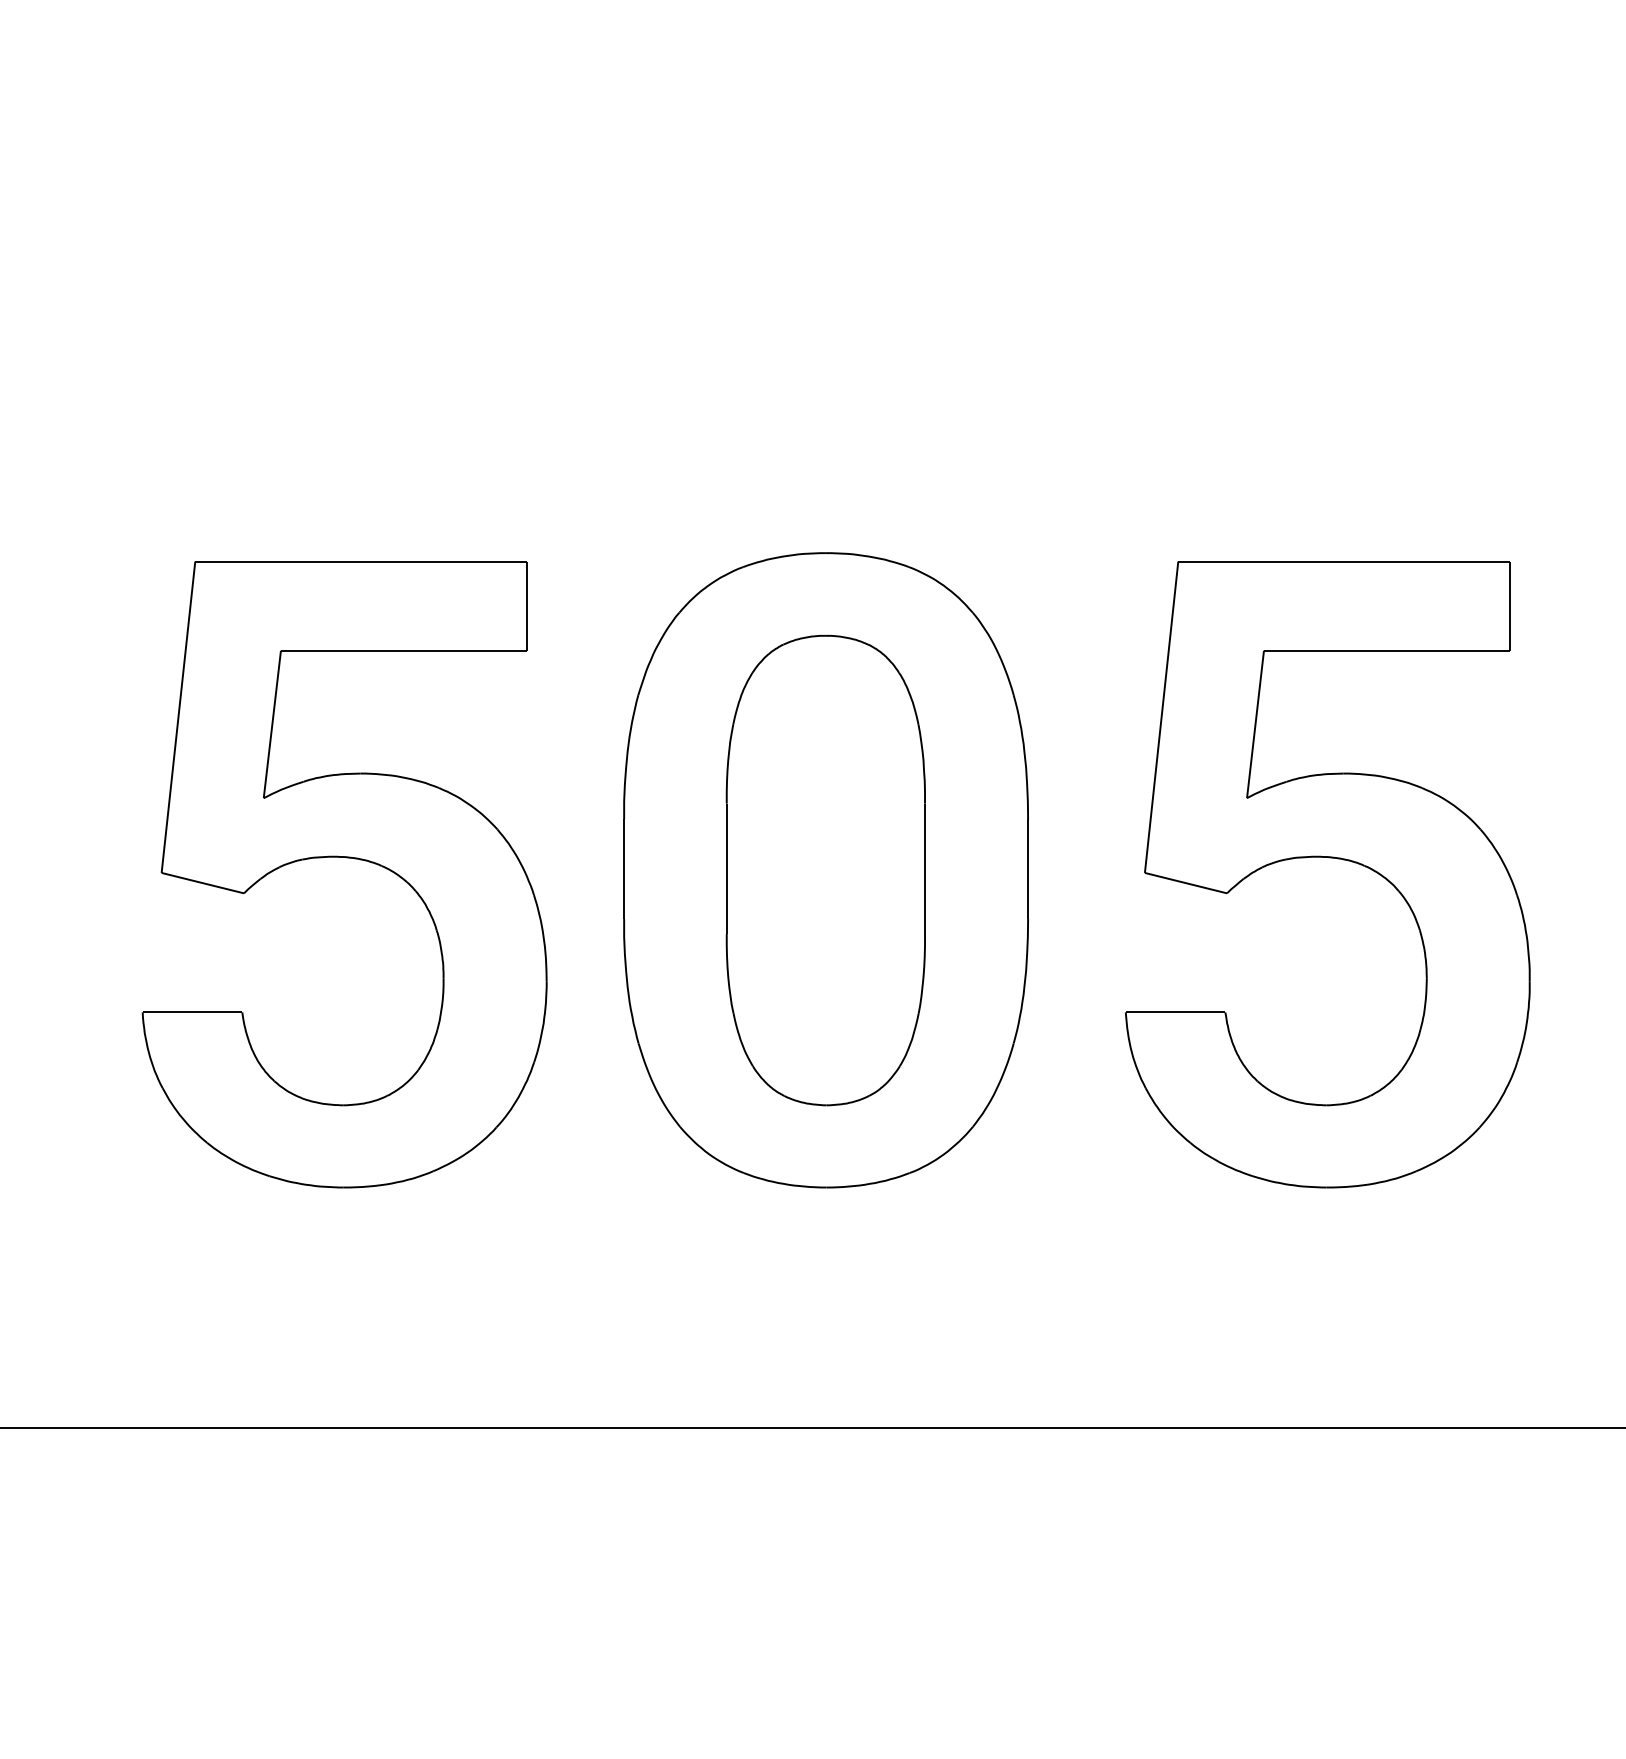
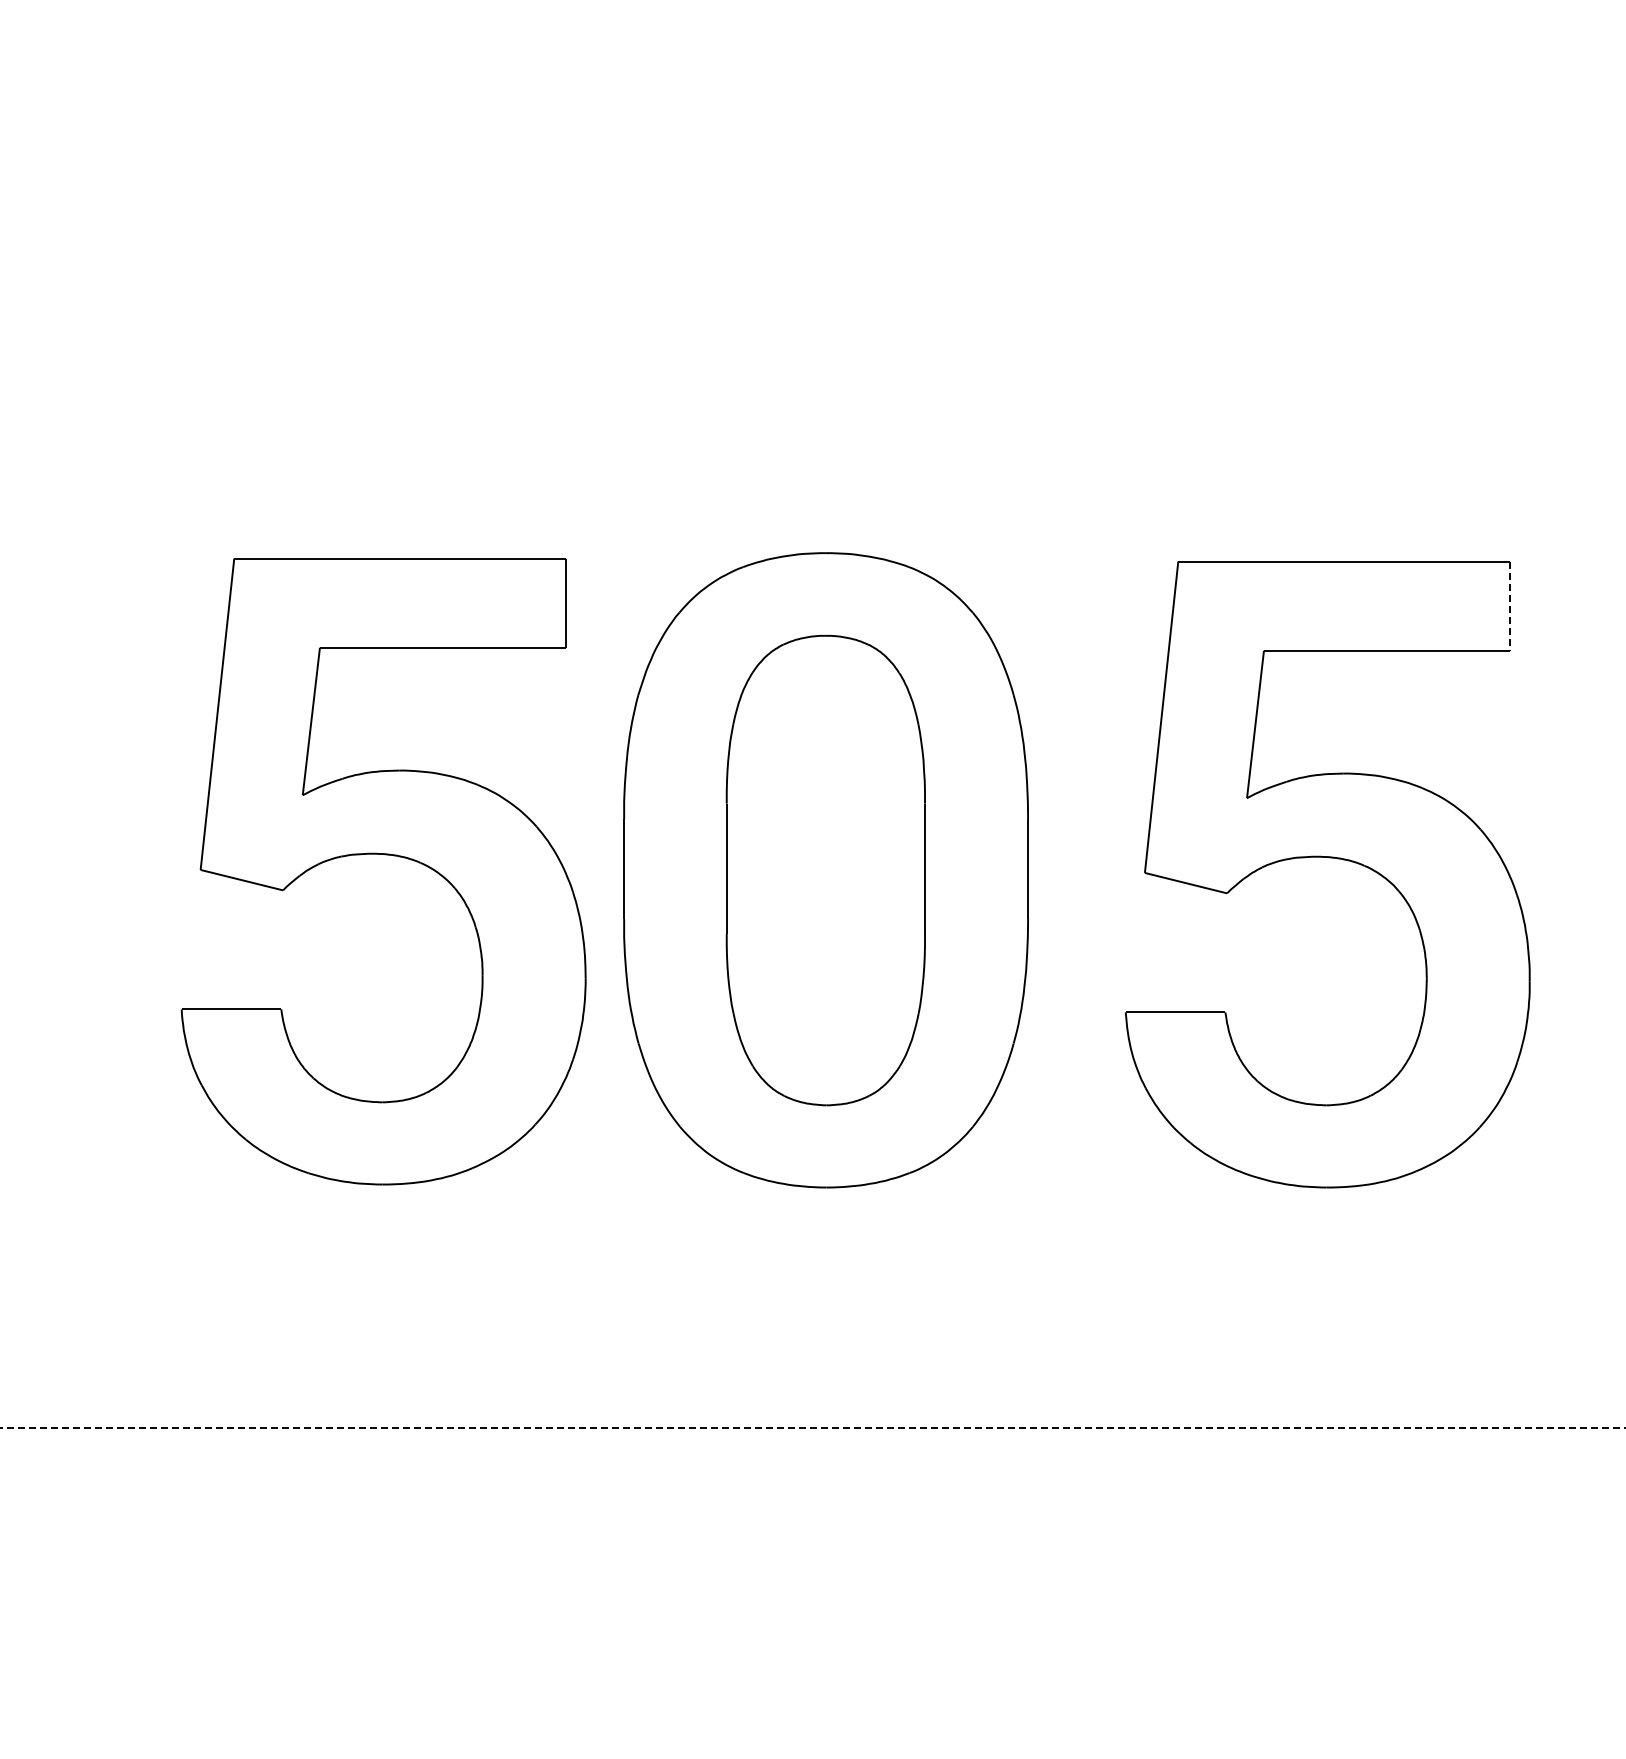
line at (1510, 606): solid -> dashed
part at (346, 858) position: (346, 858) -> (385, 855)
line at (813, 1428): solid -> dashed
